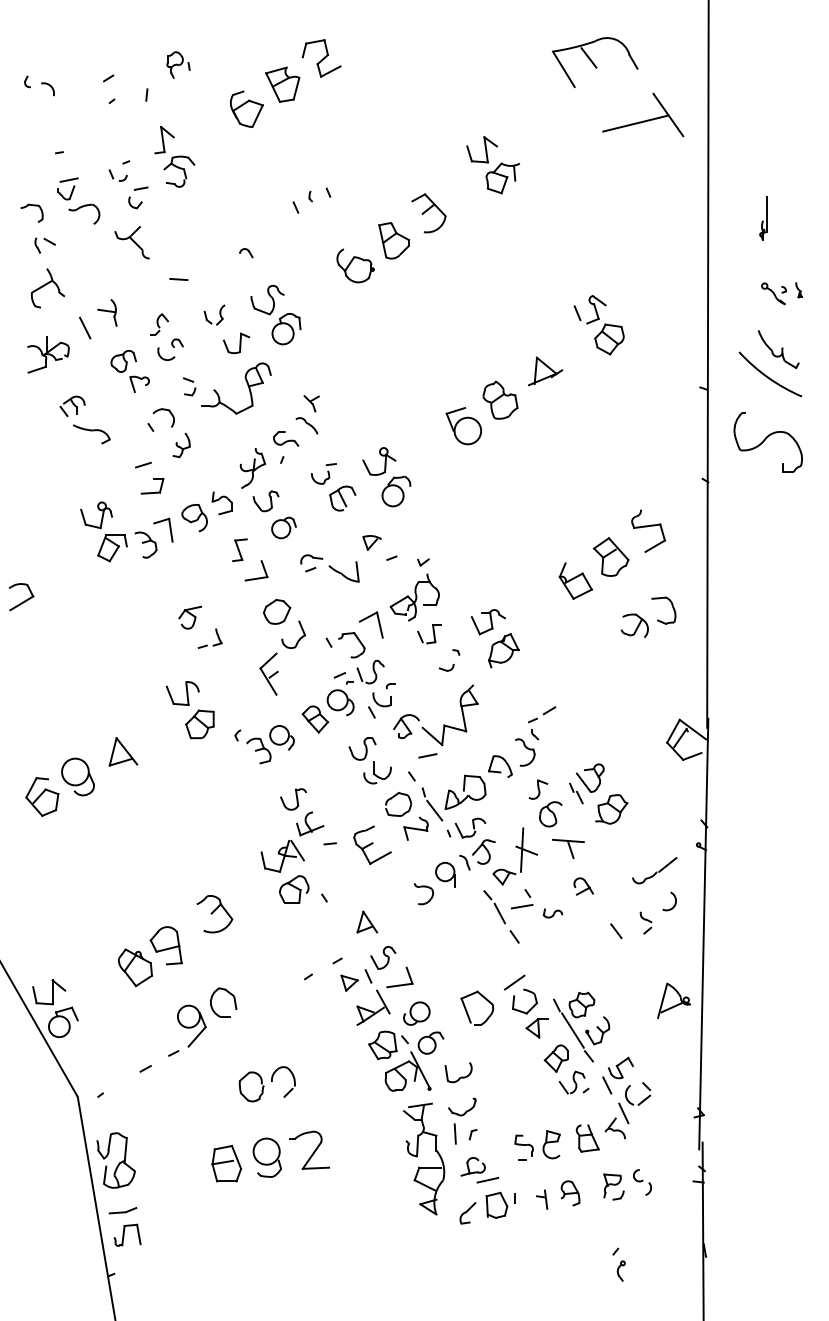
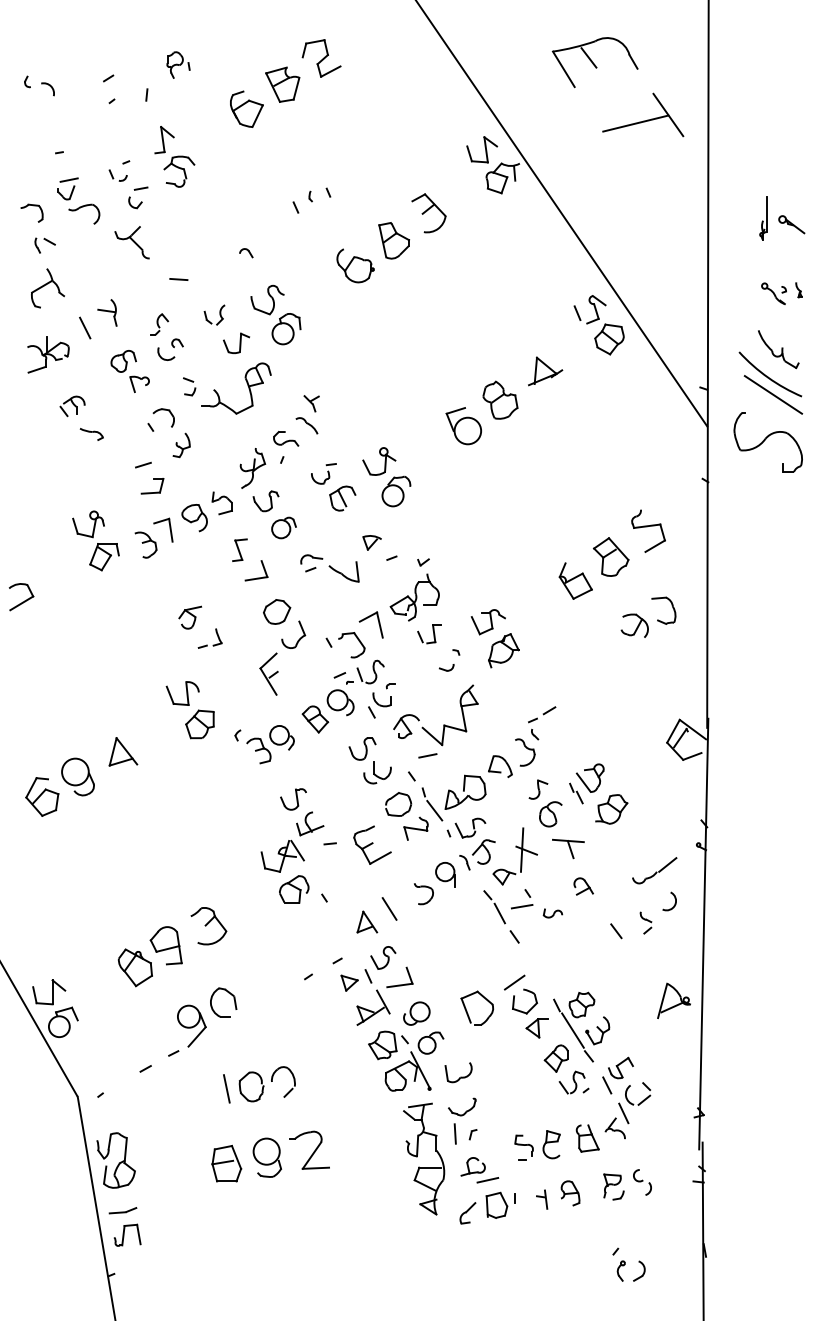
line at (562, 214): none -> present
part at (791, 224): none -> present
line at (773, 394): none -> present
part at (91, 434) size: 38x21 px -> 25x13 px
part at (103, 531) position: (103, 531) -> (95, 540)
line at (389, 908): none -> present
part at (214, 914) position: (214, 914) -> (208, 926)
line at (226, 1088): none -> present
part at (639, 1270): none -> present
